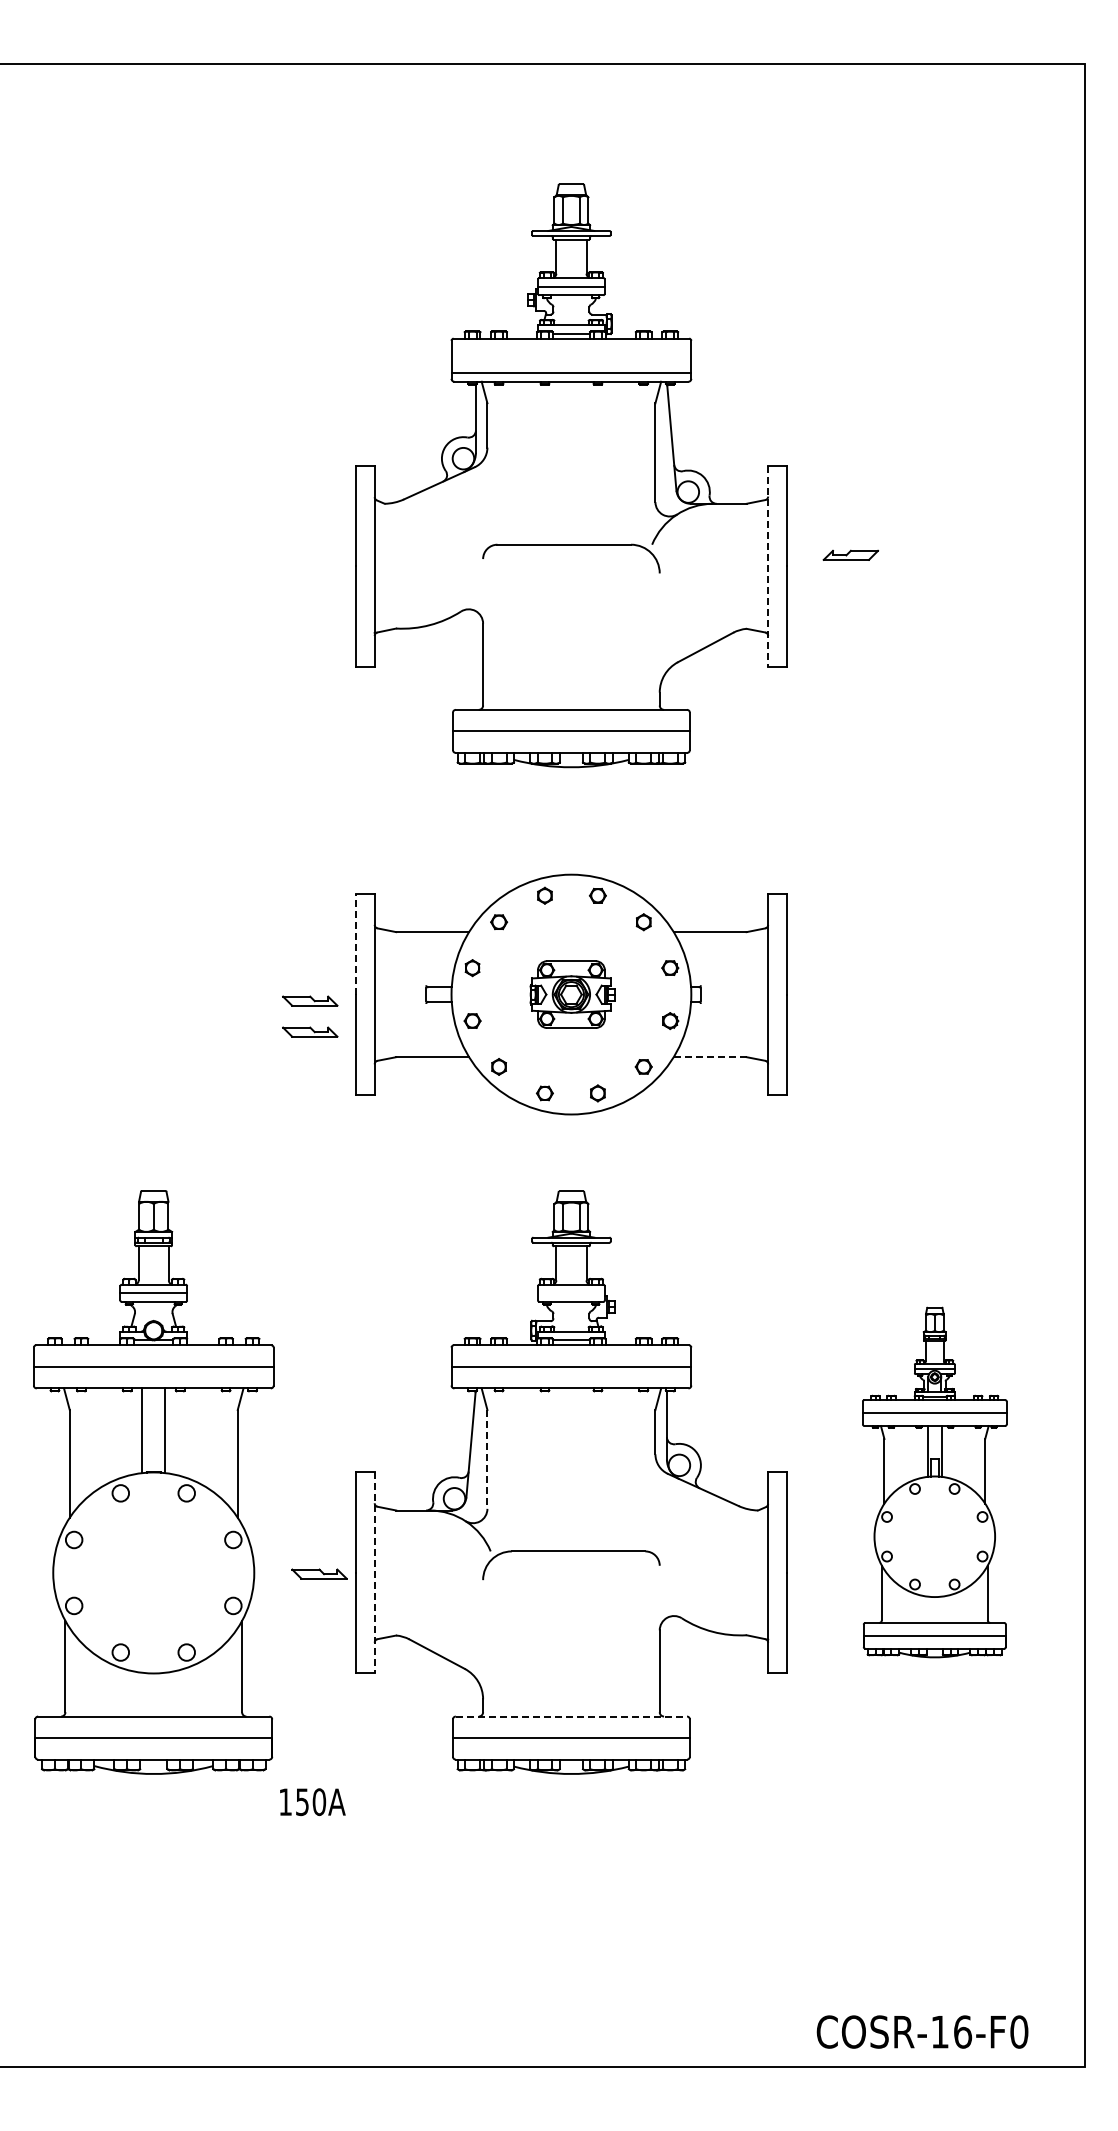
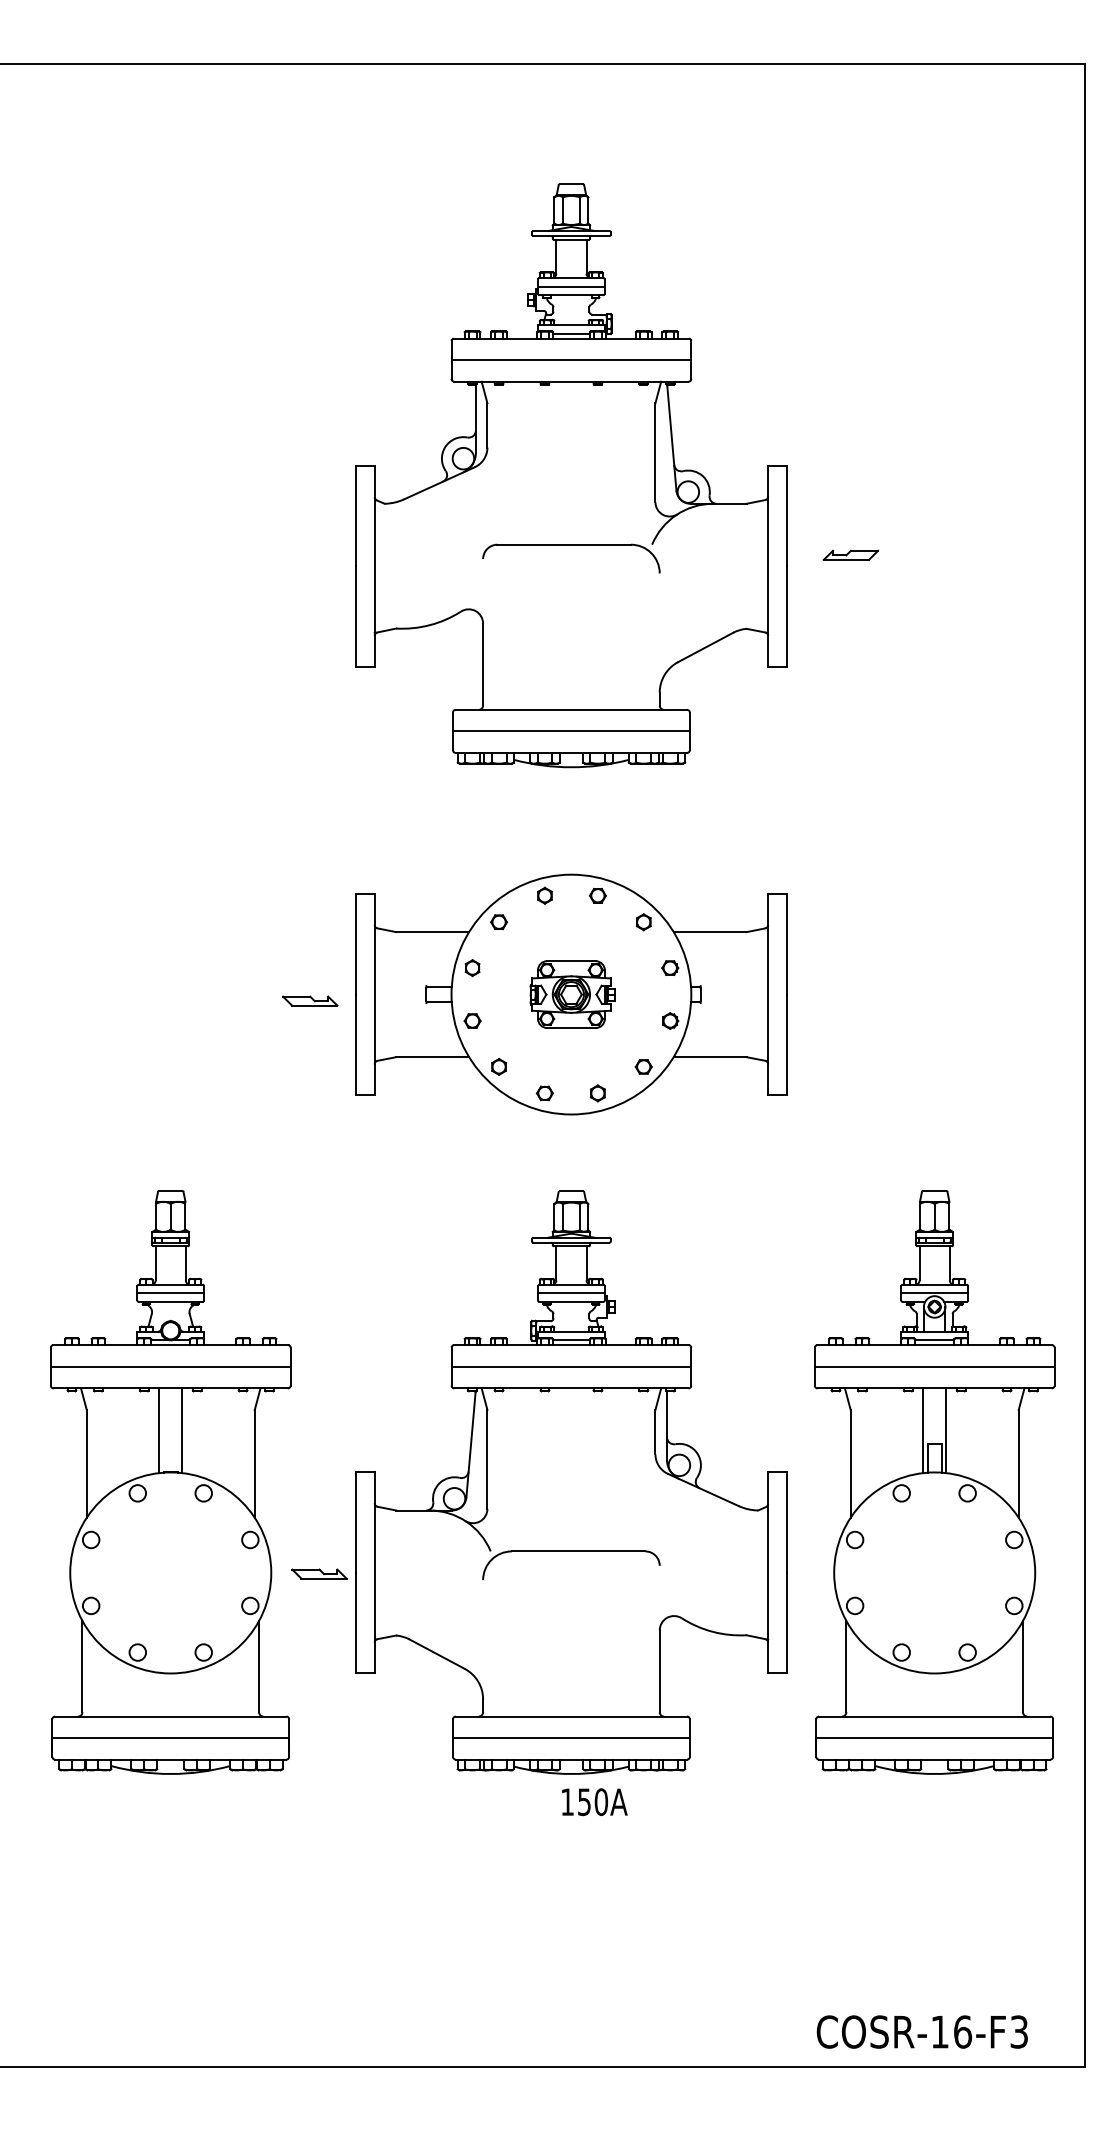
line at (571, 373) position: (571, 373) -> (571, 360)
line at (768, 566): dashed -> solid
line at (356, 943): dashed -> solid
part at (310, 1031): present -> none
line at (709, 1057): dashed -> solid
line at (571, 1293): none -> present
line at (487, 1459): dashed -> solid
part at (153, 1482) position: (153, 1482) -> (170, 1482)
part at (934, 1482) size: 146x353 px -> 242x585 px
line at (374, 1572): dashed -> solid
line at (571, 1716): dashed -> solid
text at (312, 1802) position: (312, 1802) -> (594, 1802)
text at (1019, 2031): COSR-16-F0 -> COSR-16-F3
